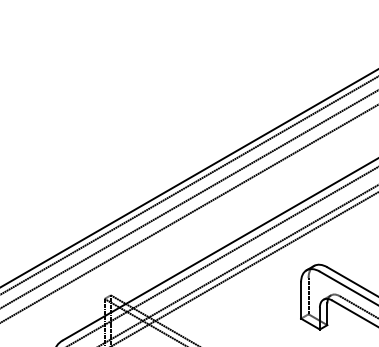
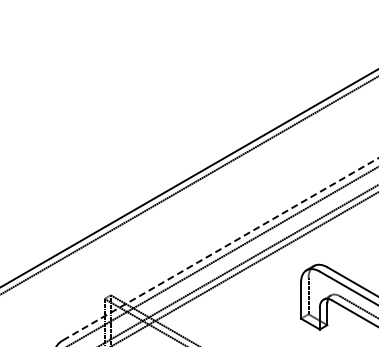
line at (188, 199): present -> none
line at (188, 213): present -> none
line at (221, 248): solid -> dashed
